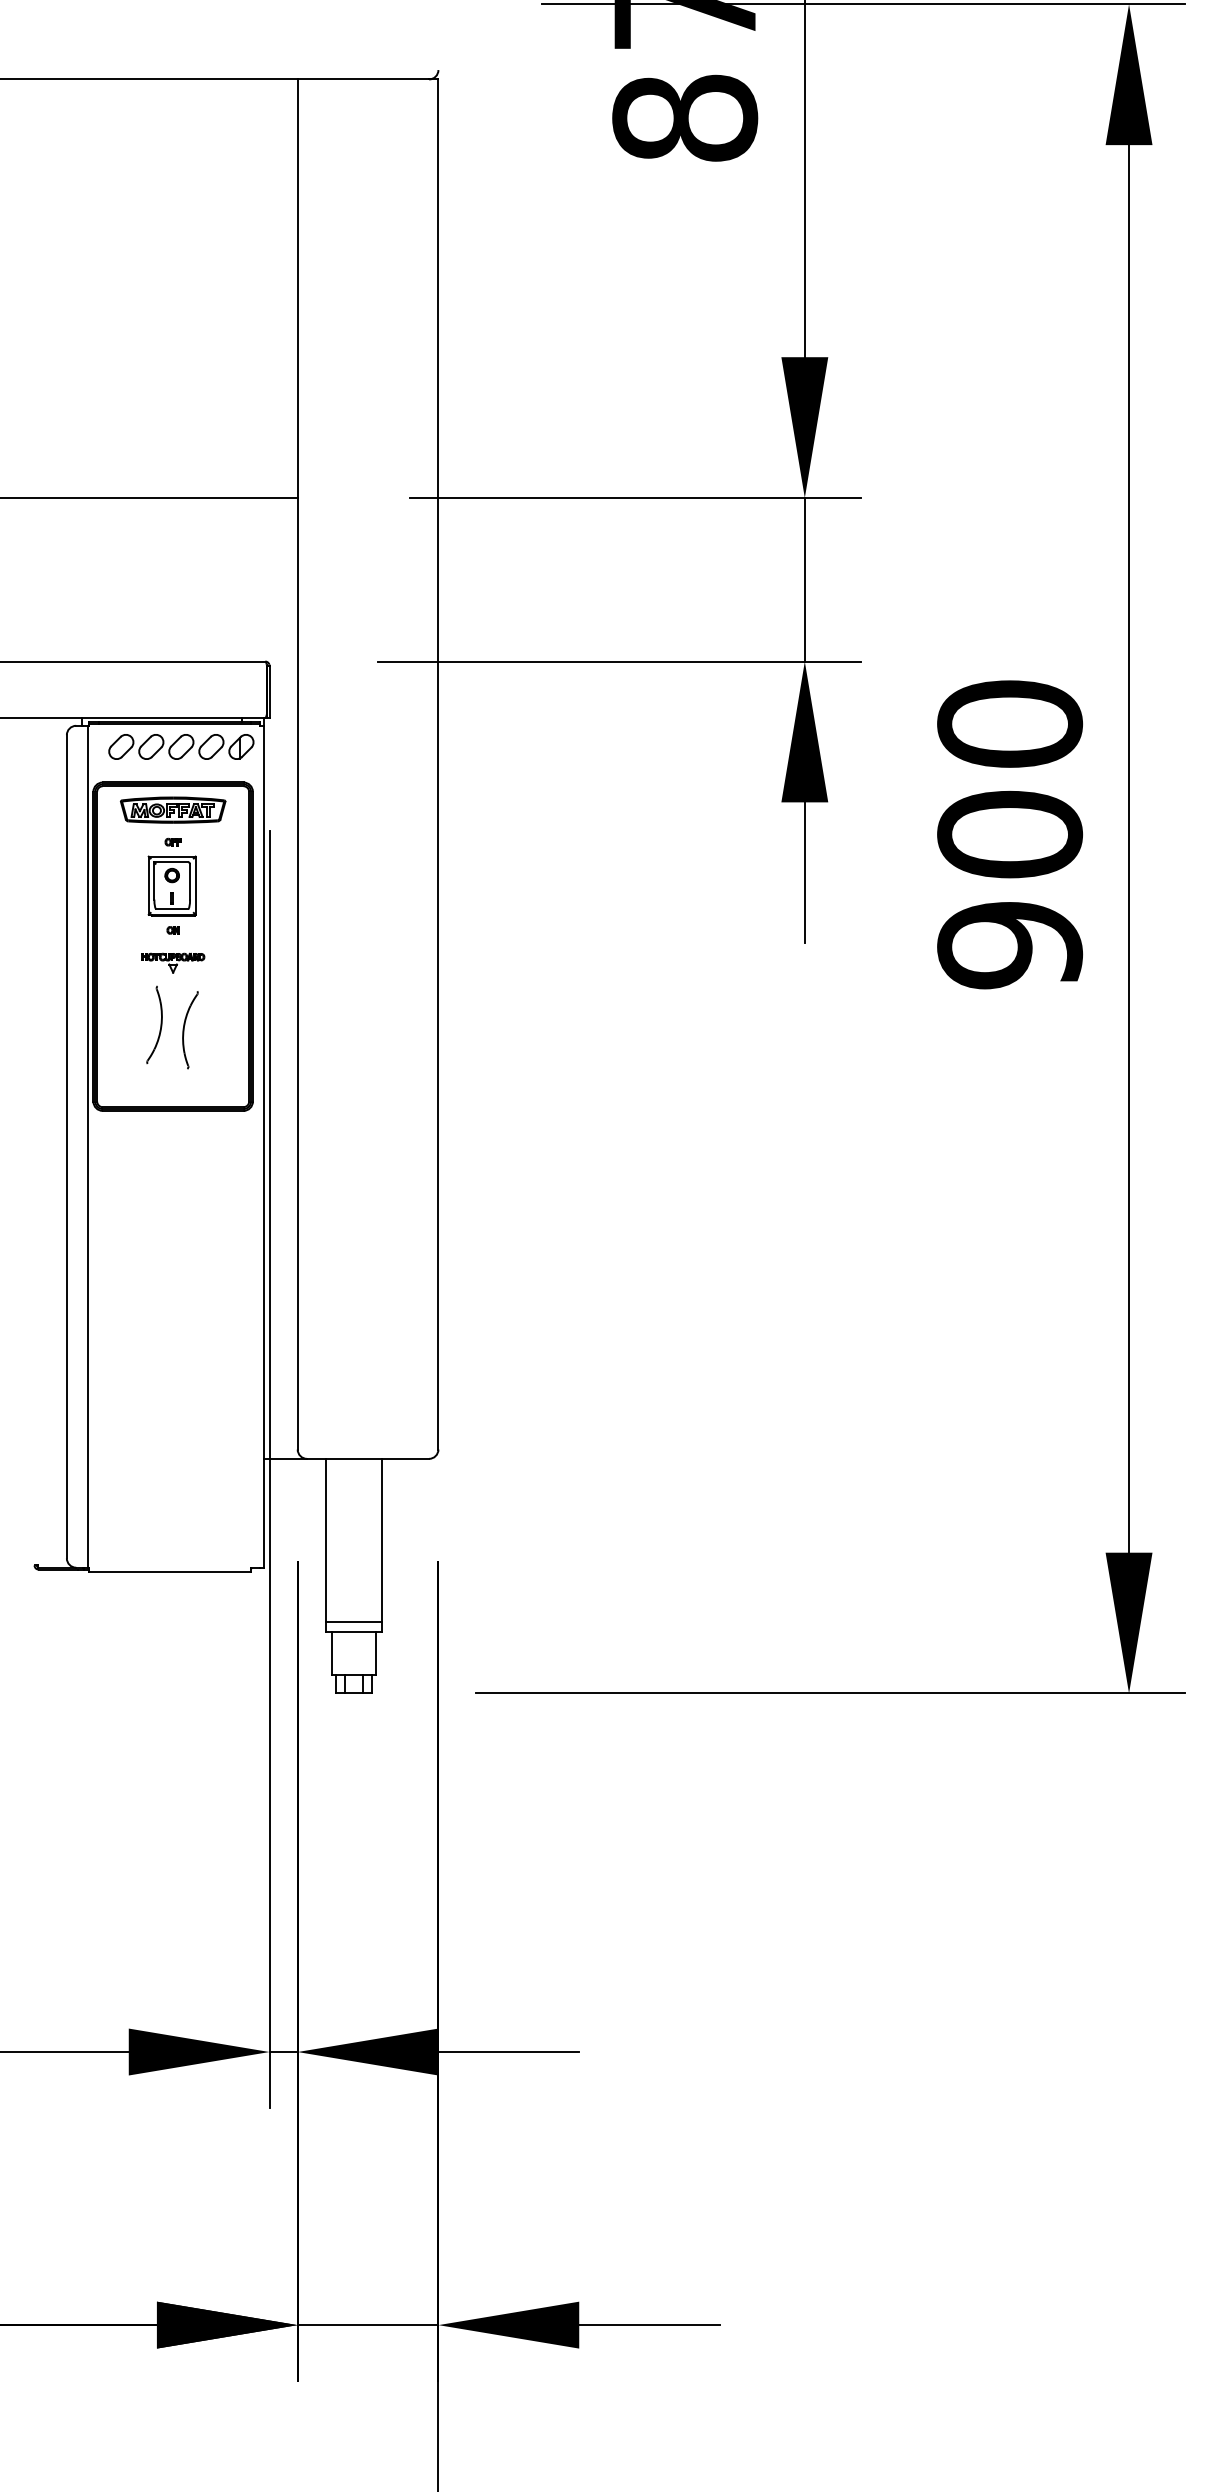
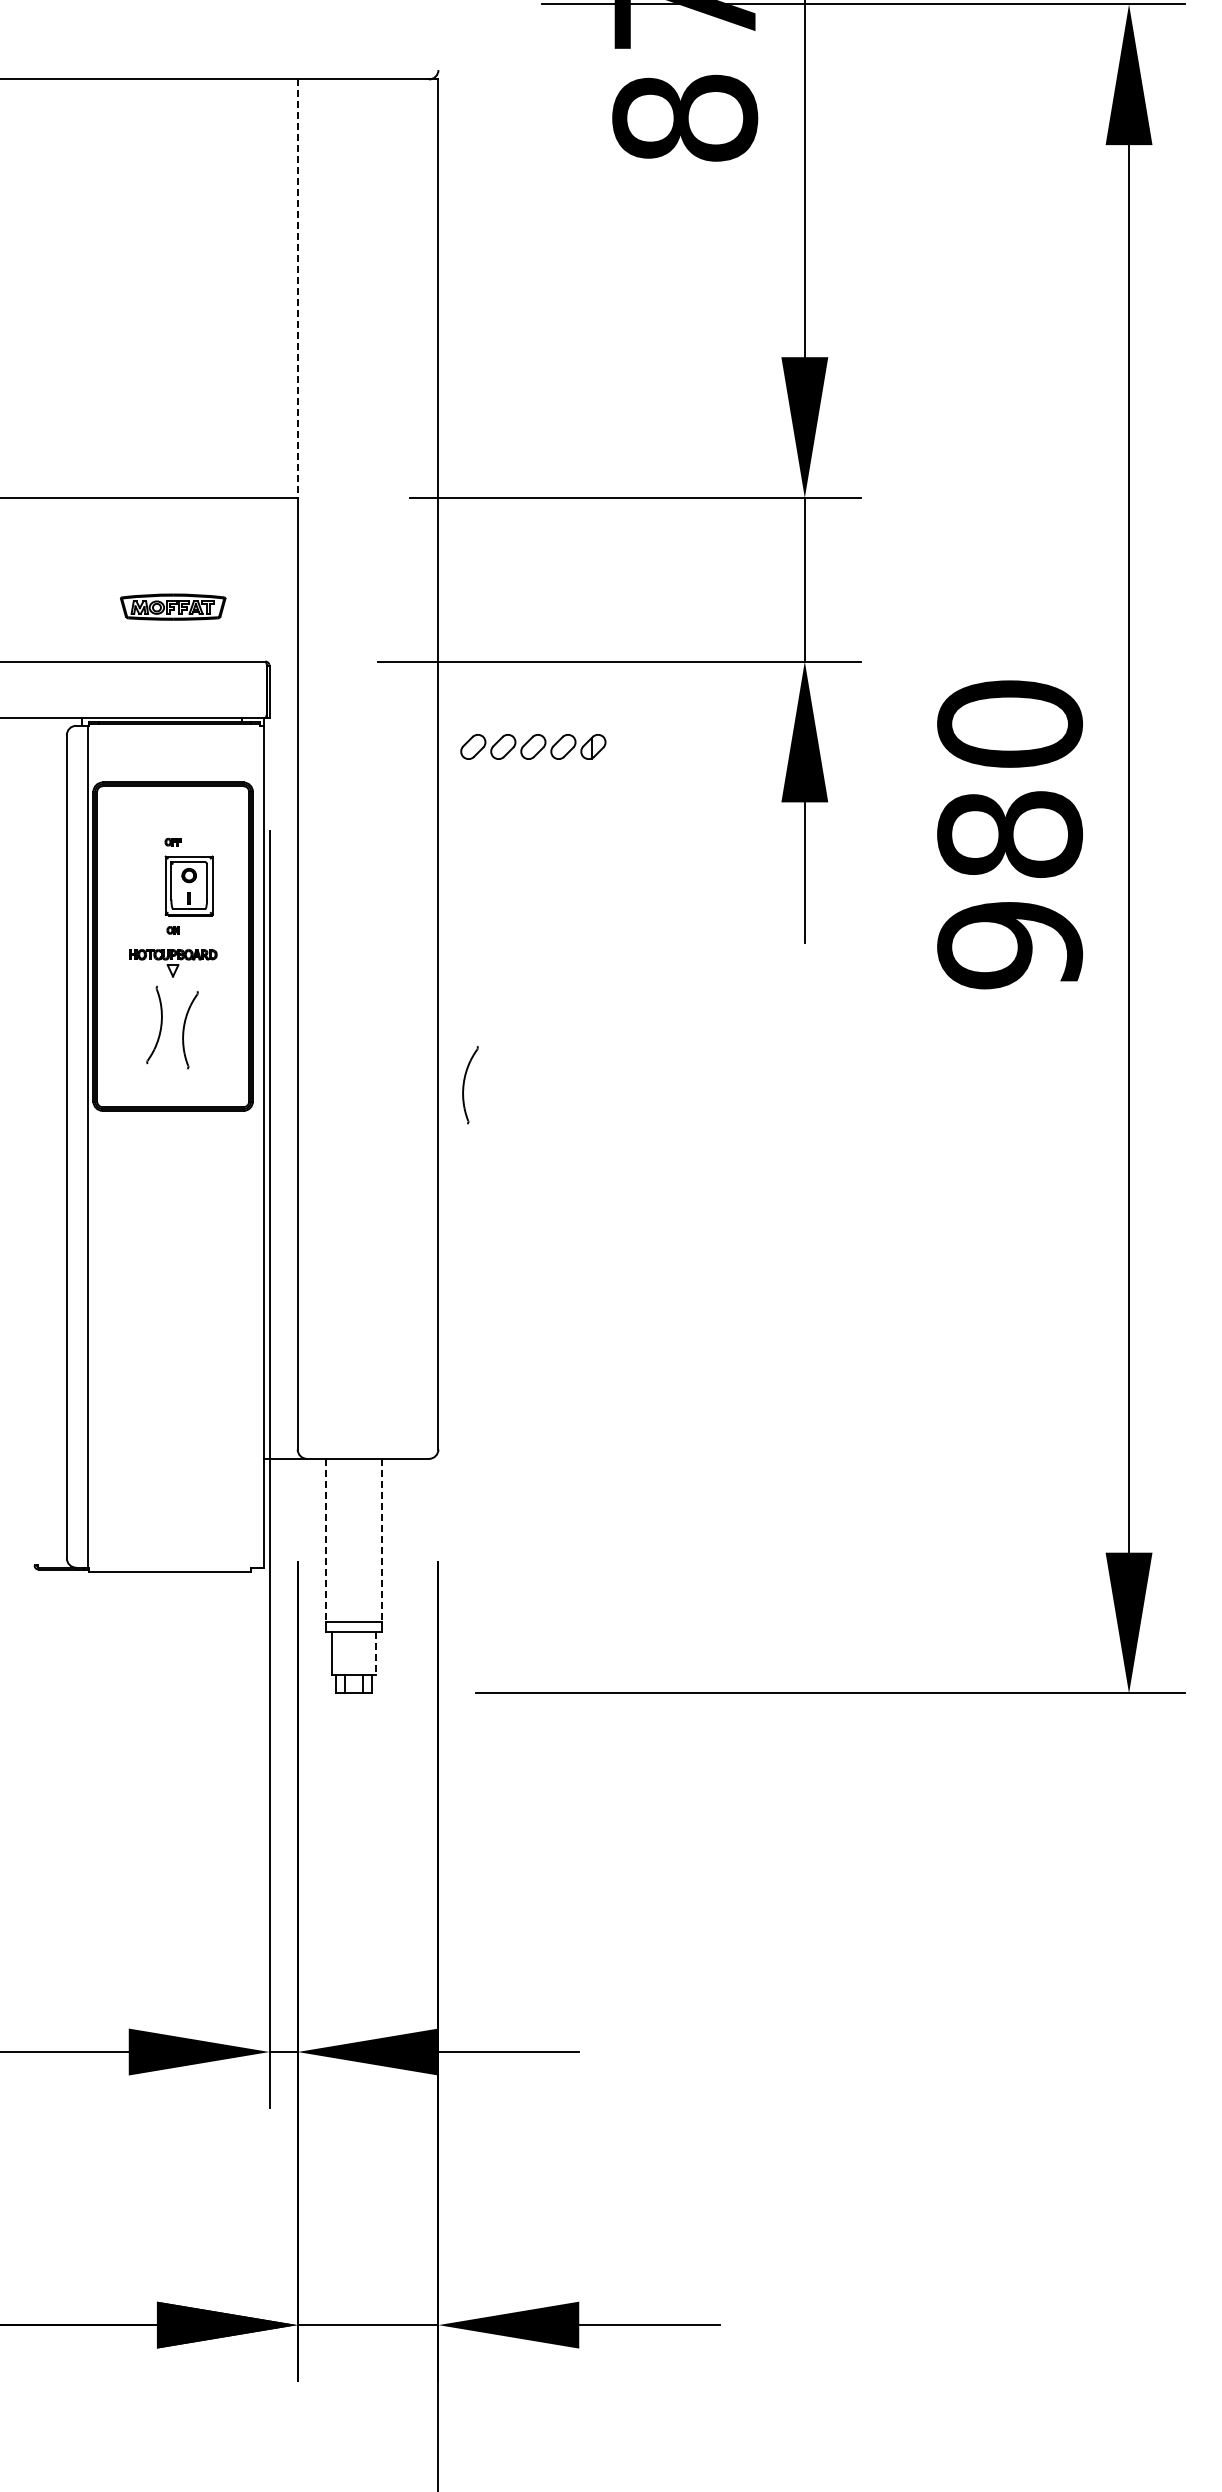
line at (297, 289): solid -> dashed
part at (181, 746) position: (181, 746) -> (533, 746)
part at (173, 809) position: (173, 809) -> (173, 606)
text at (1009, 834): 900 -> 980
part at (171, 885) position: (171, 885) -> (188, 885)
part at (173, 962) size: 65x22 px -> 89x29 px
part at (470, 1085): none -> present
line at (325, 1540): solid -> dashed
line at (382, 1540): solid -> dashed
line at (375, 1653): solid -> dashed
